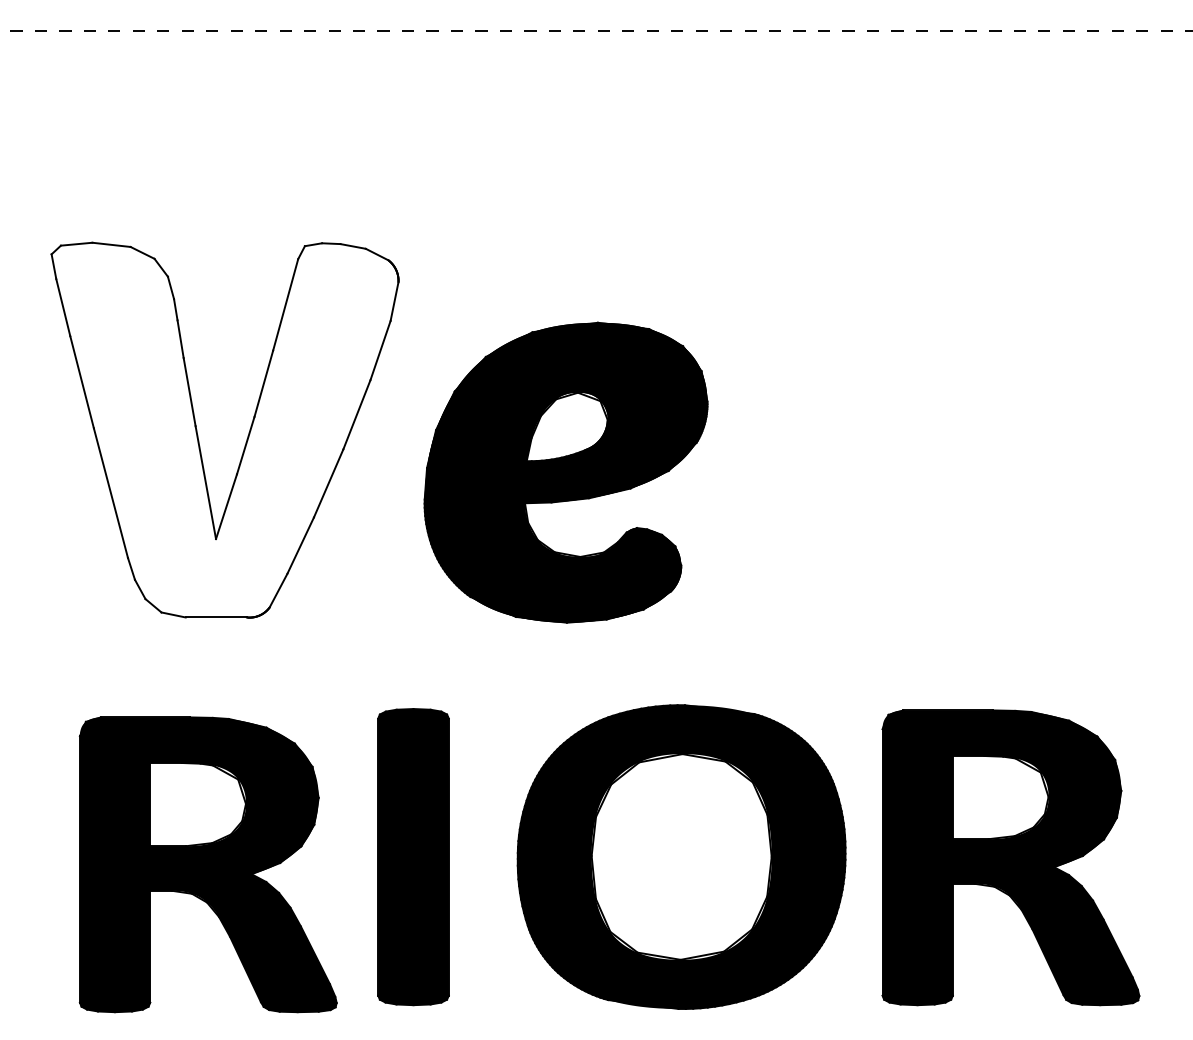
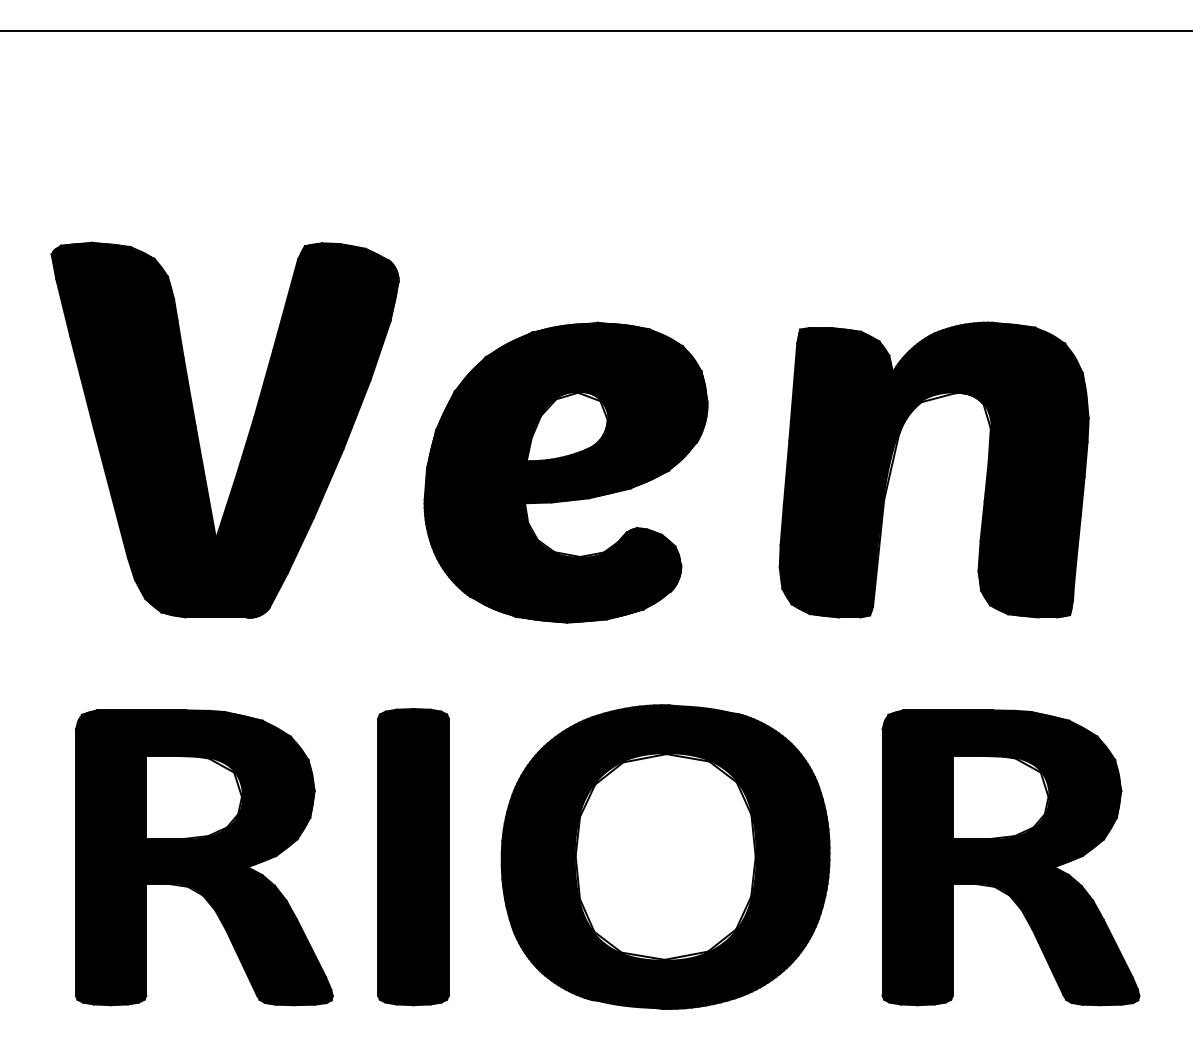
line at (596, 31): dashed -> solid
fill at (224, 429): none -> present
part at (894, 459): none -> present
part at (681, 856) position: (681, 856) -> (665, 856)
part at (207, 864) position: (207, 864) -> (203, 857)
